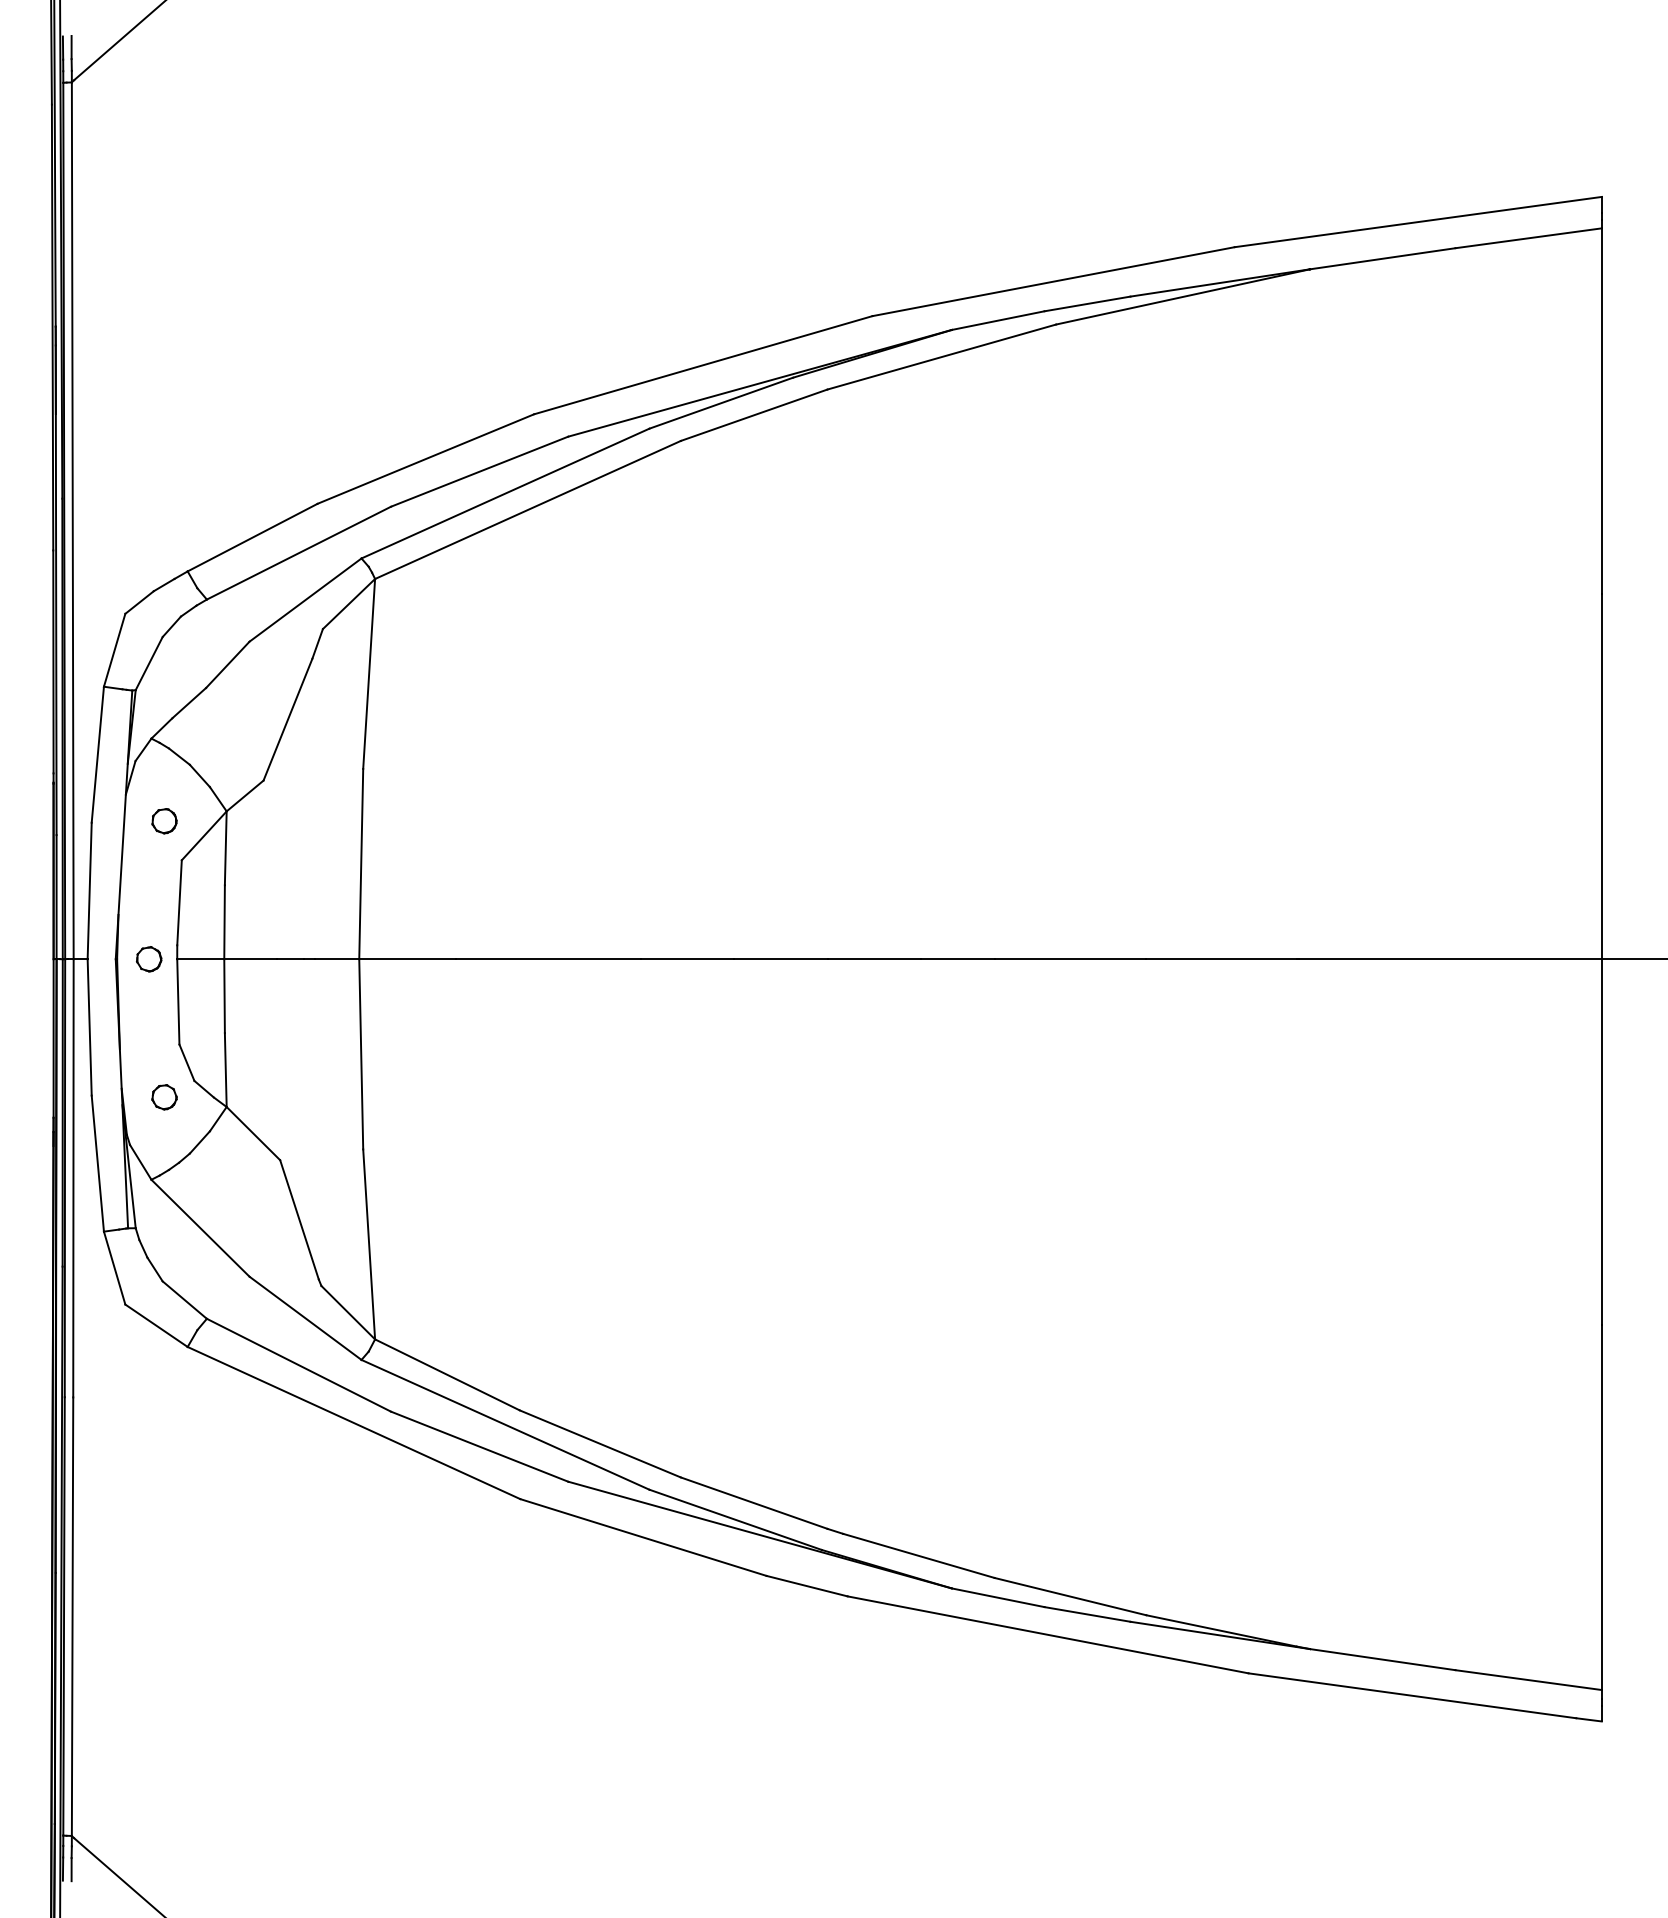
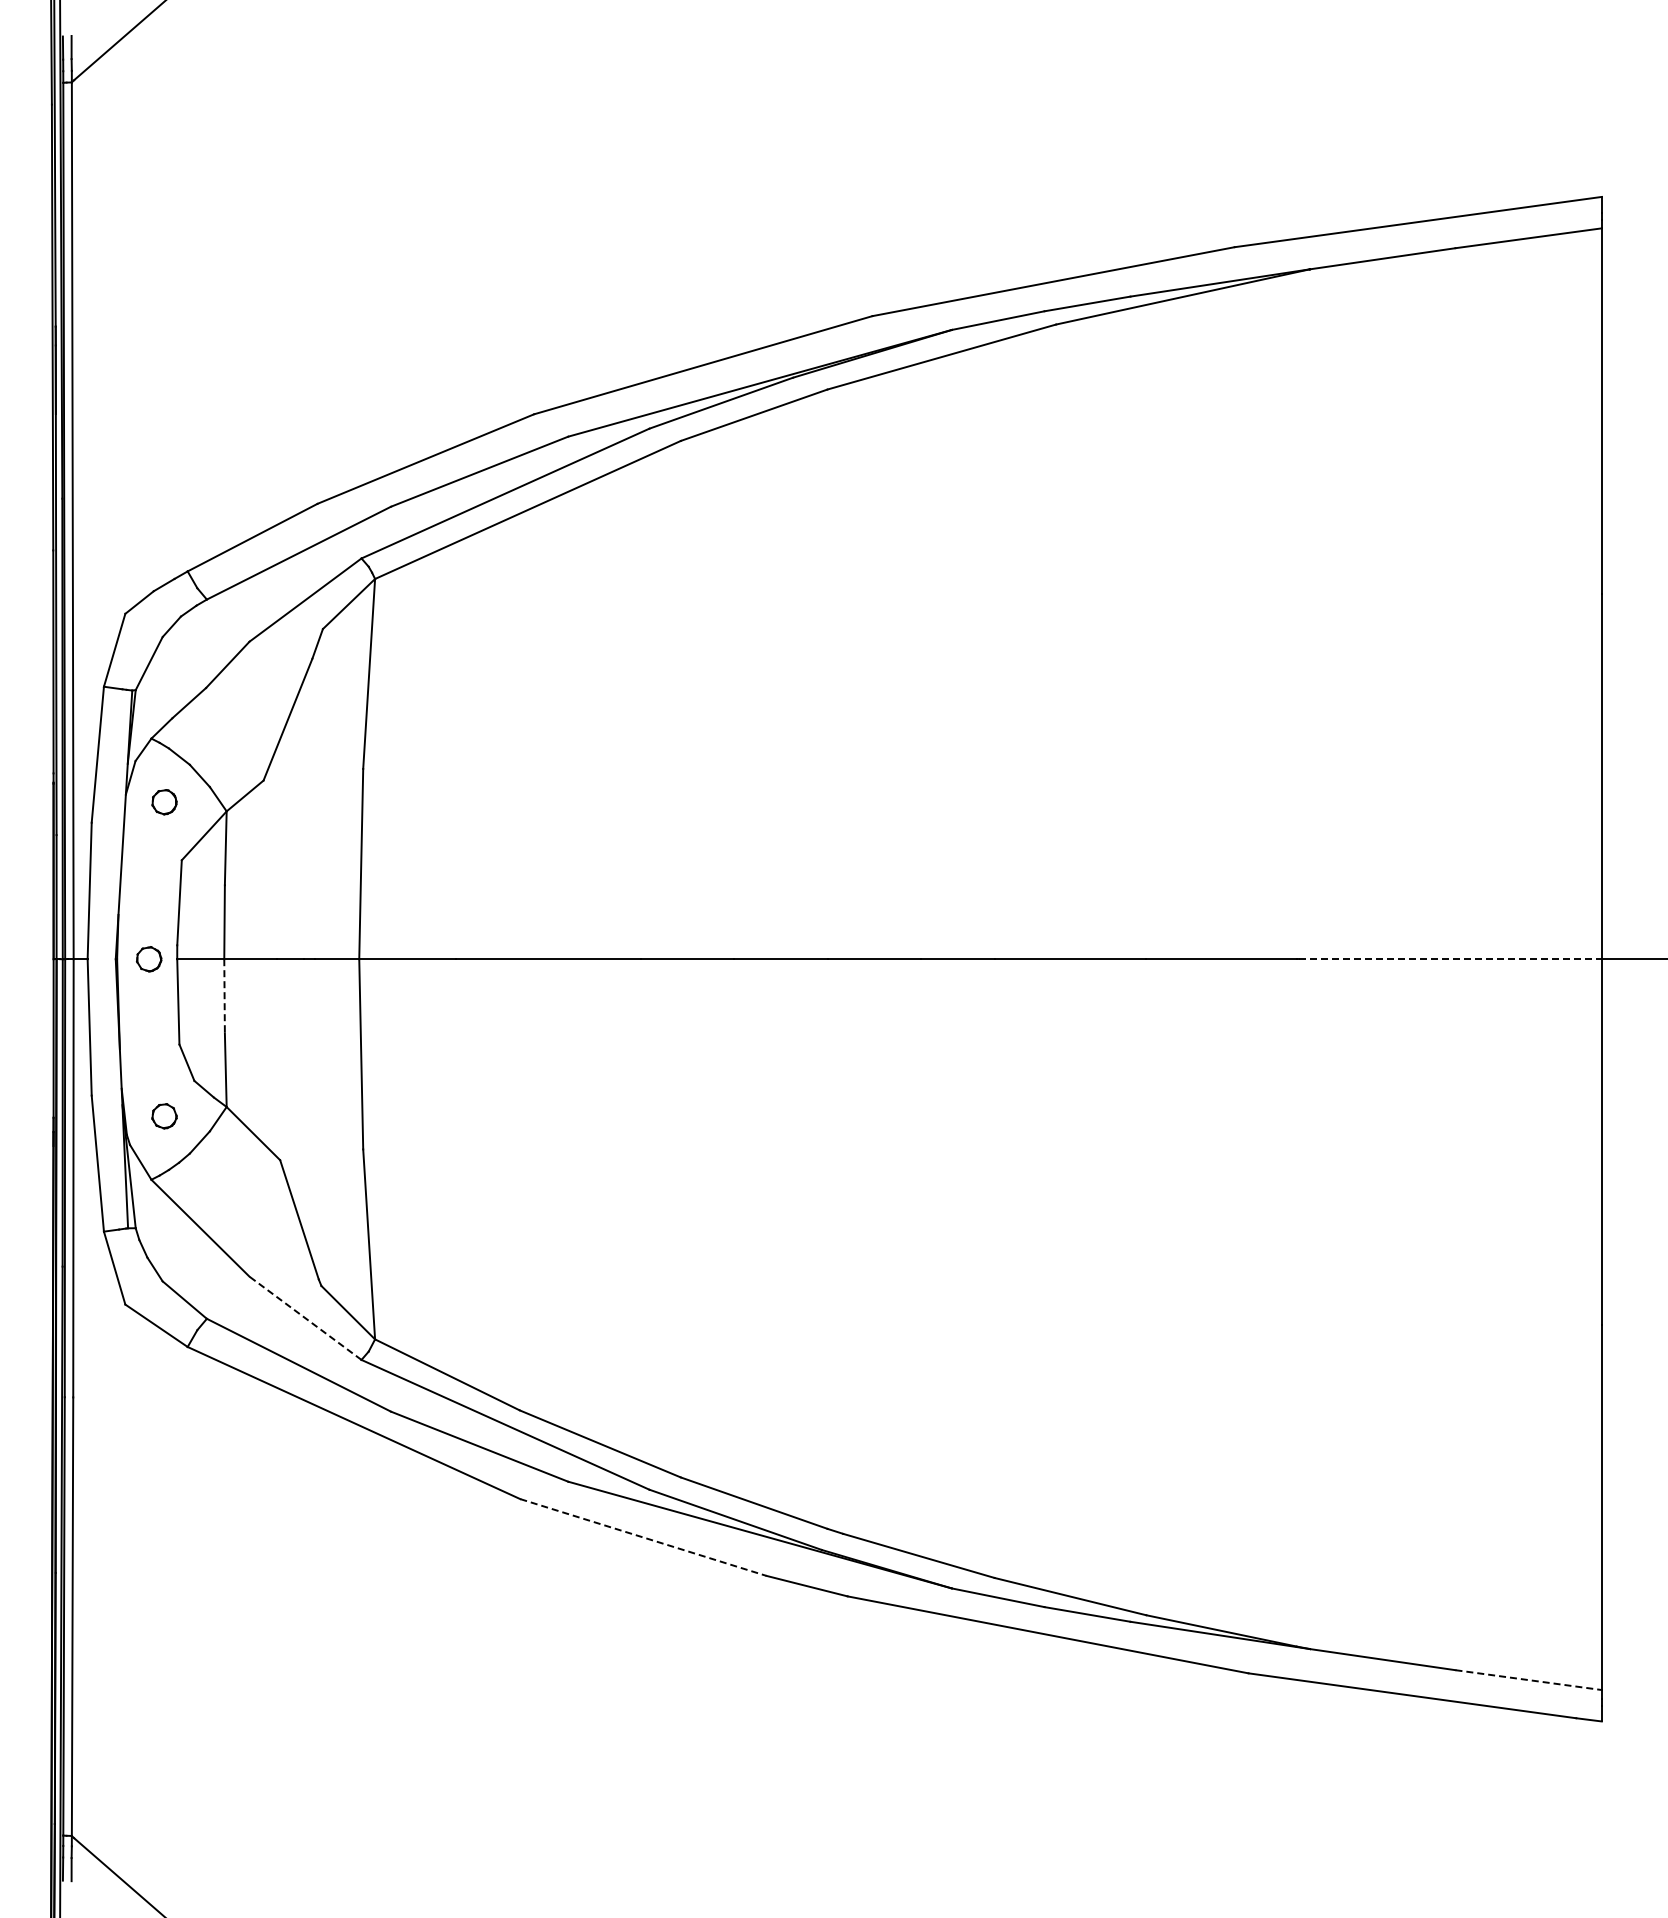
part at (164, 821) position: (164, 821) -> (164, 802)
line at (1450, 959): solid -> dashed
line at (224, 996): solid -> dashed
part at (164, 1097) position: (164, 1097) -> (164, 1116)
line at (305, 1318): solid -> dashed
line at (643, 1537): solid -> dashed
line at (1528, 1680): solid -> dashed
